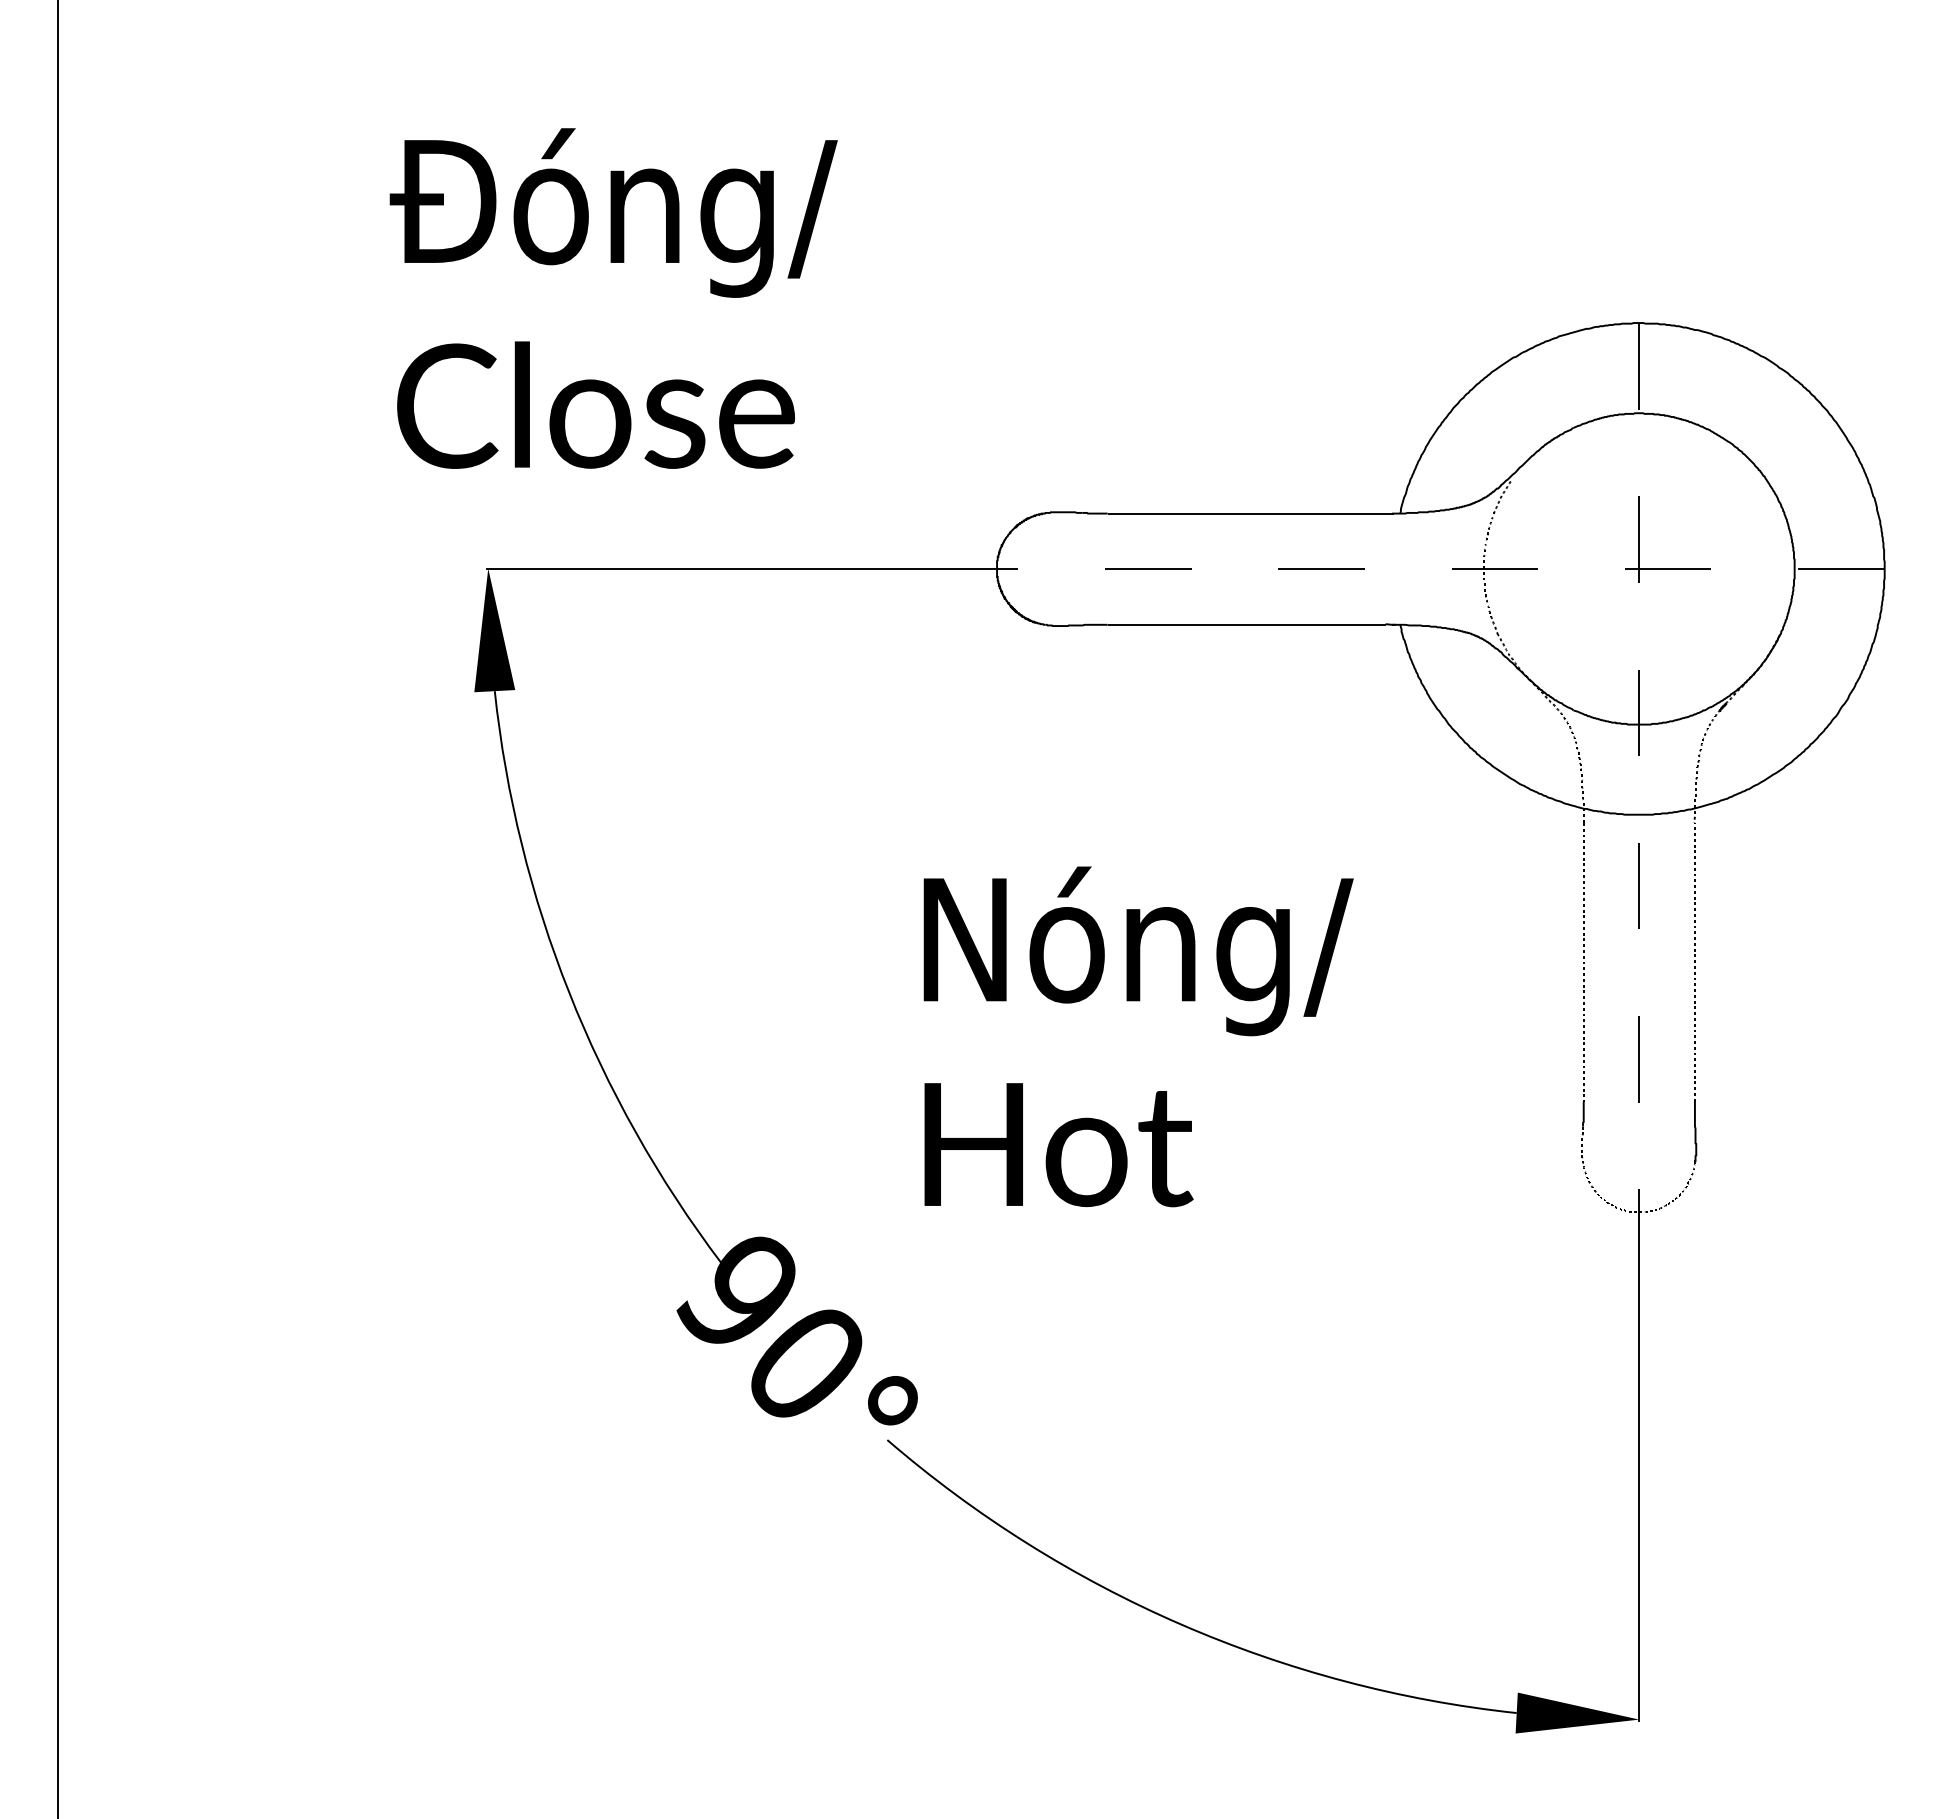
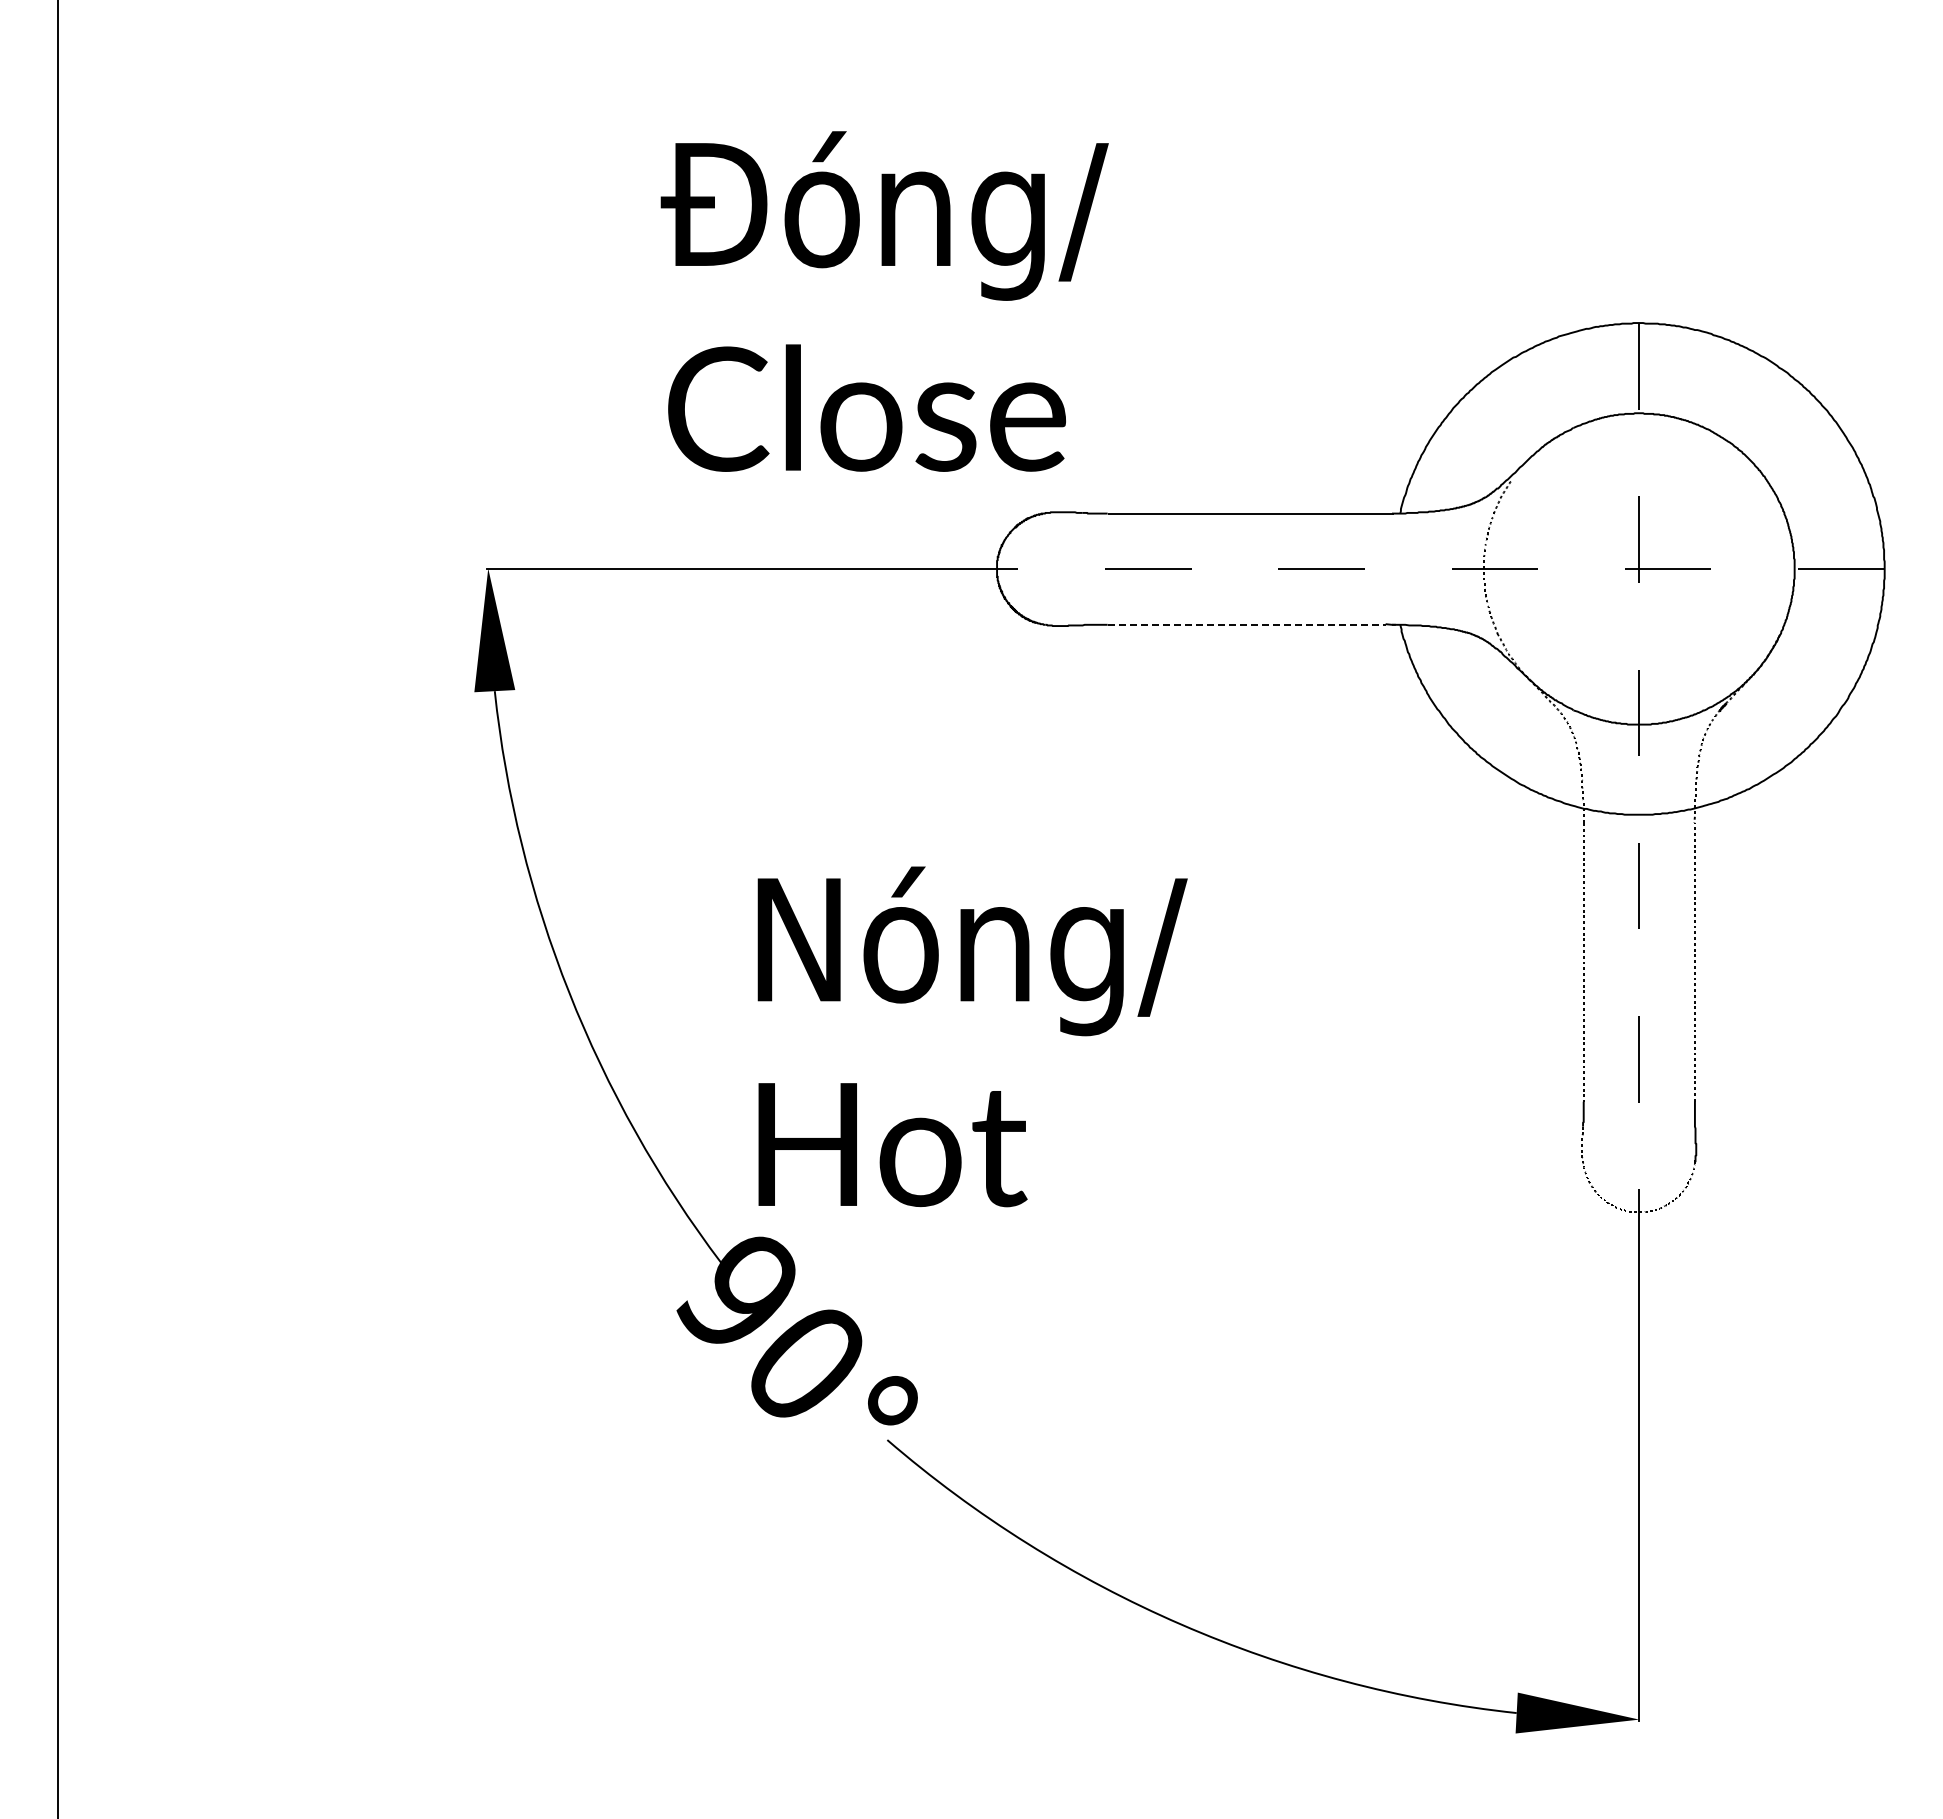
text at (613, 298) position: (613, 298) -> (884, 301)
line at (1246, 624): solid -> dashed
text at (1138, 1036) position: (1138, 1036) -> (972, 1036)
